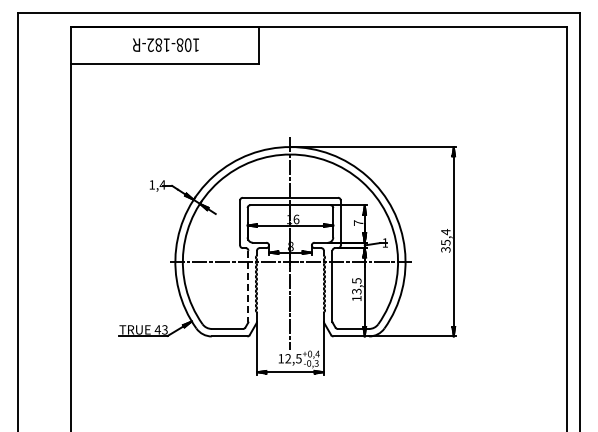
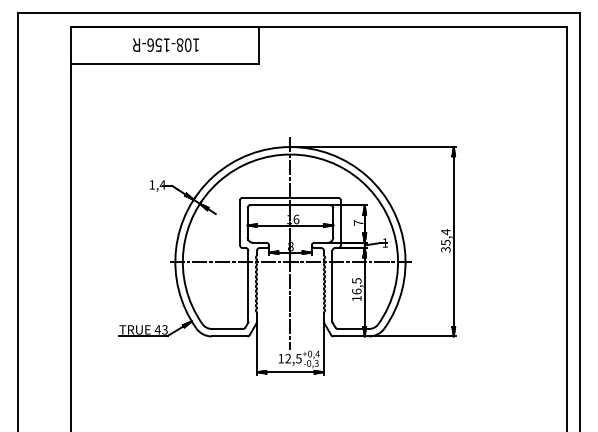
text at (154, 44): 108-182-R -> 108-156-R
line at (248, 286): dashed -> solid
text at (356, 291): 13,5 -> 16,5
